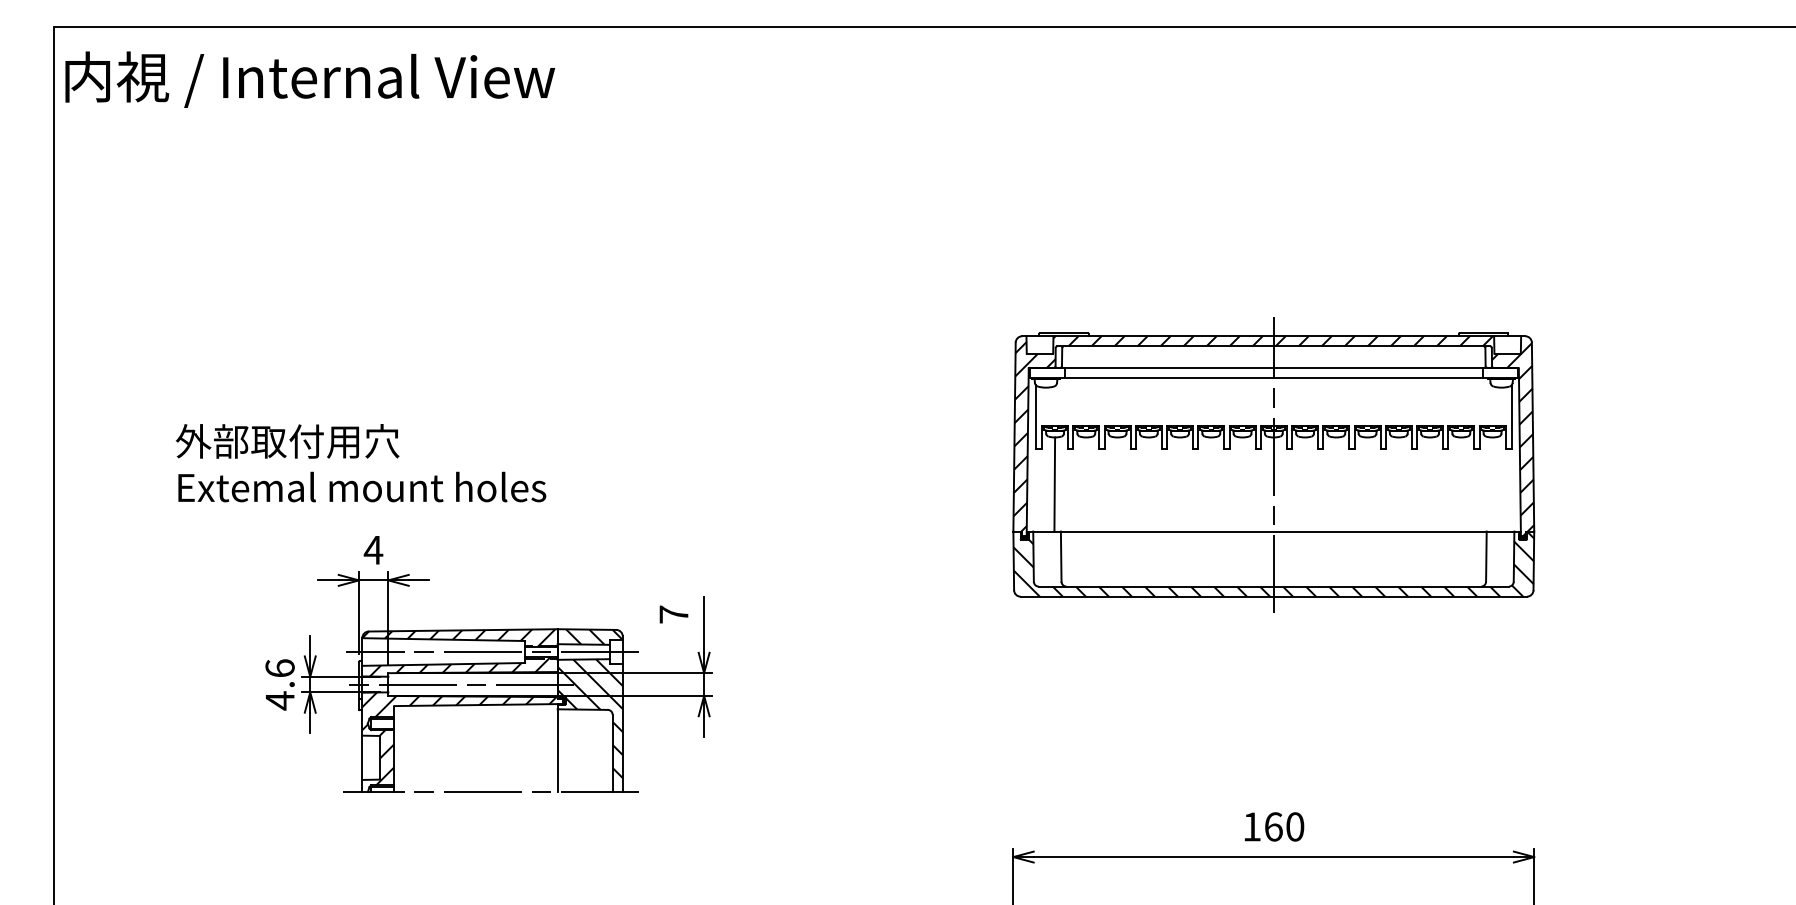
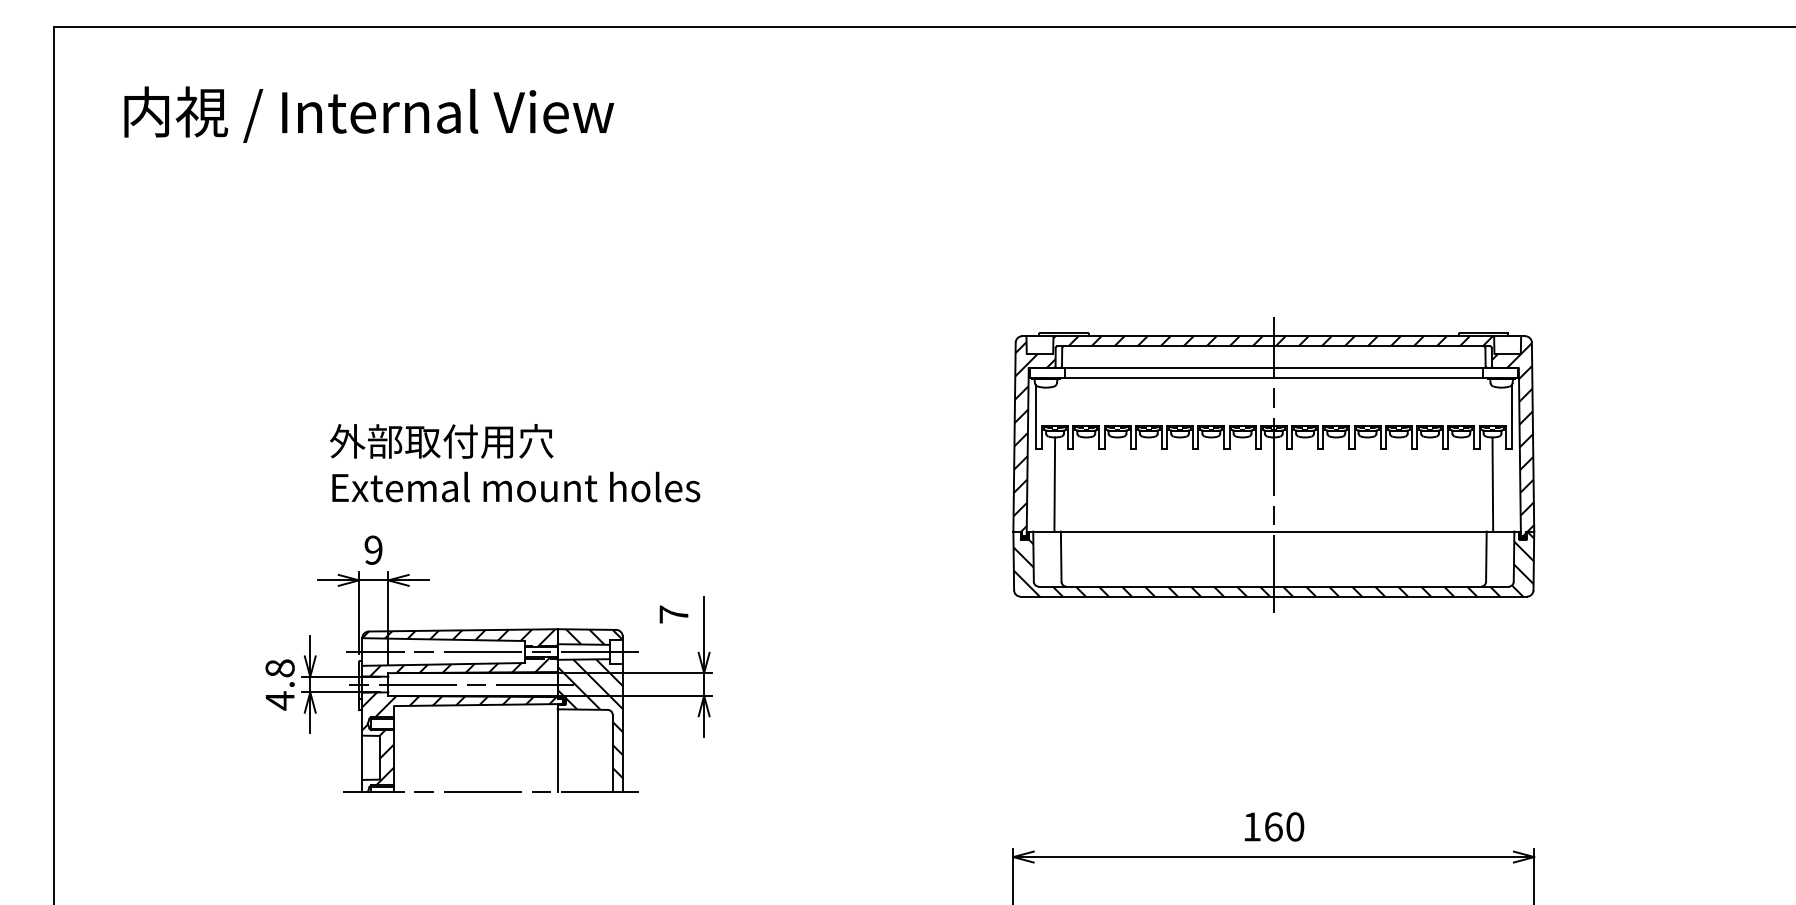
text at (310, 79) position: (310, 79) -> (369, 114)
text at (361, 463) position: (361, 463) -> (515, 463)
line at (1492, 484): none -> present
text at (373, 549): 4 -> 9
text at (279, 668): 4.6 -> 4.8
